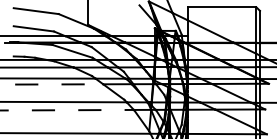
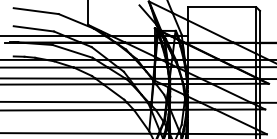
line at (52, 84): dashed -> solid
line at (67, 110): dashed -> solid
